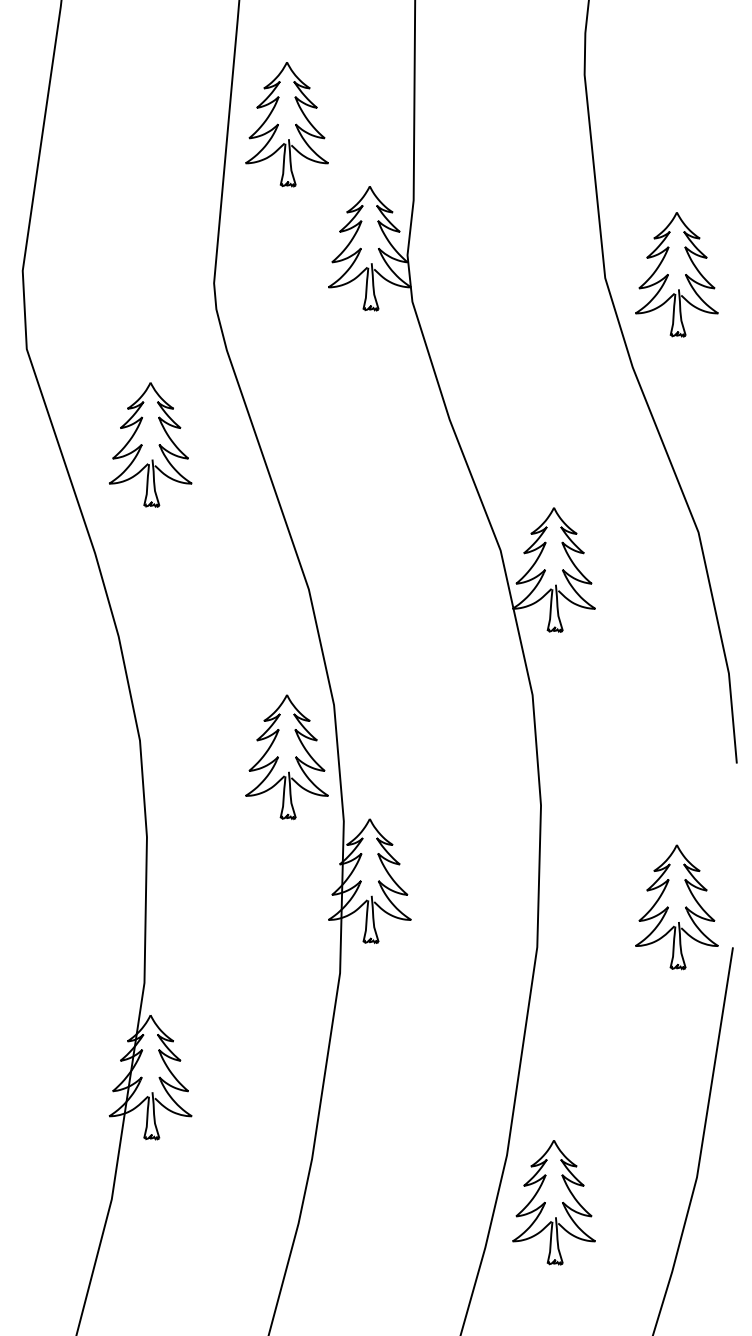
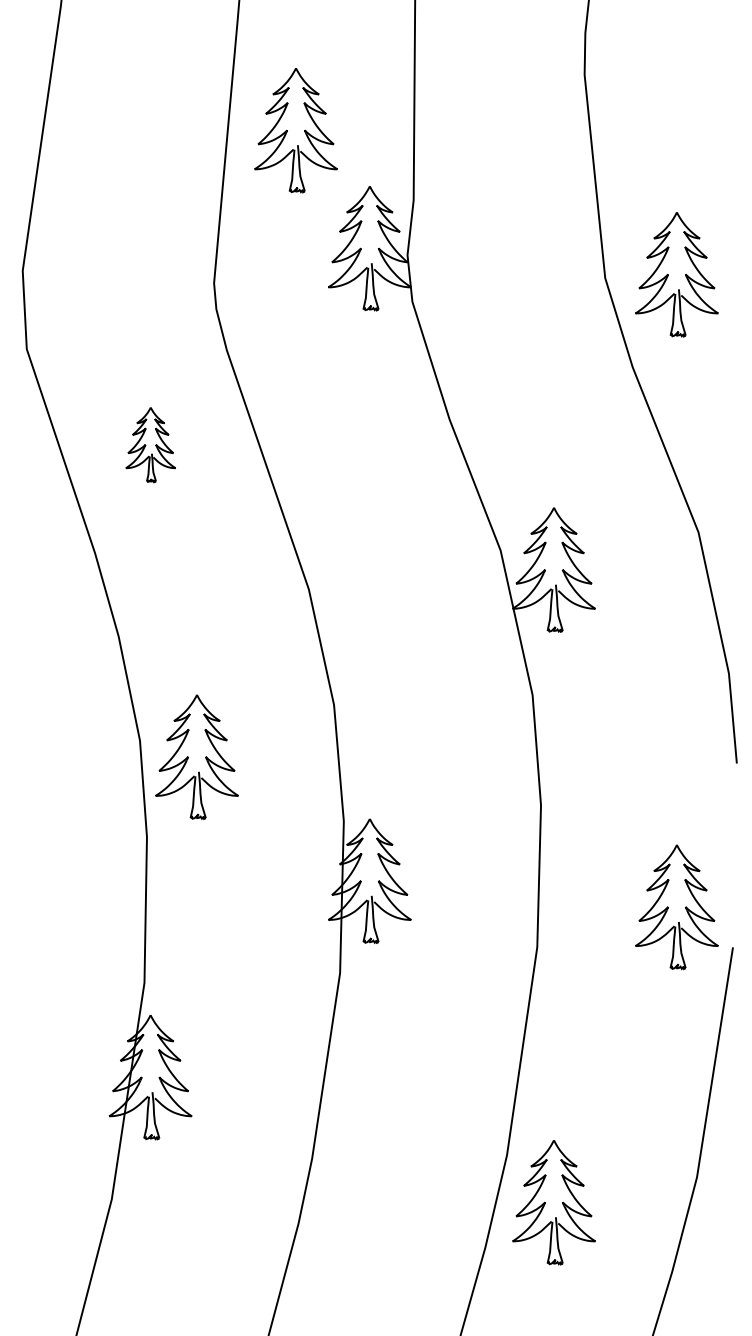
part at (286, 124) position: (286, 124) -> (295, 130)
part at (150, 444) size: 84x126 px -> 51x77 px
part at (286, 757) position: (286, 757) -> (196, 757)
